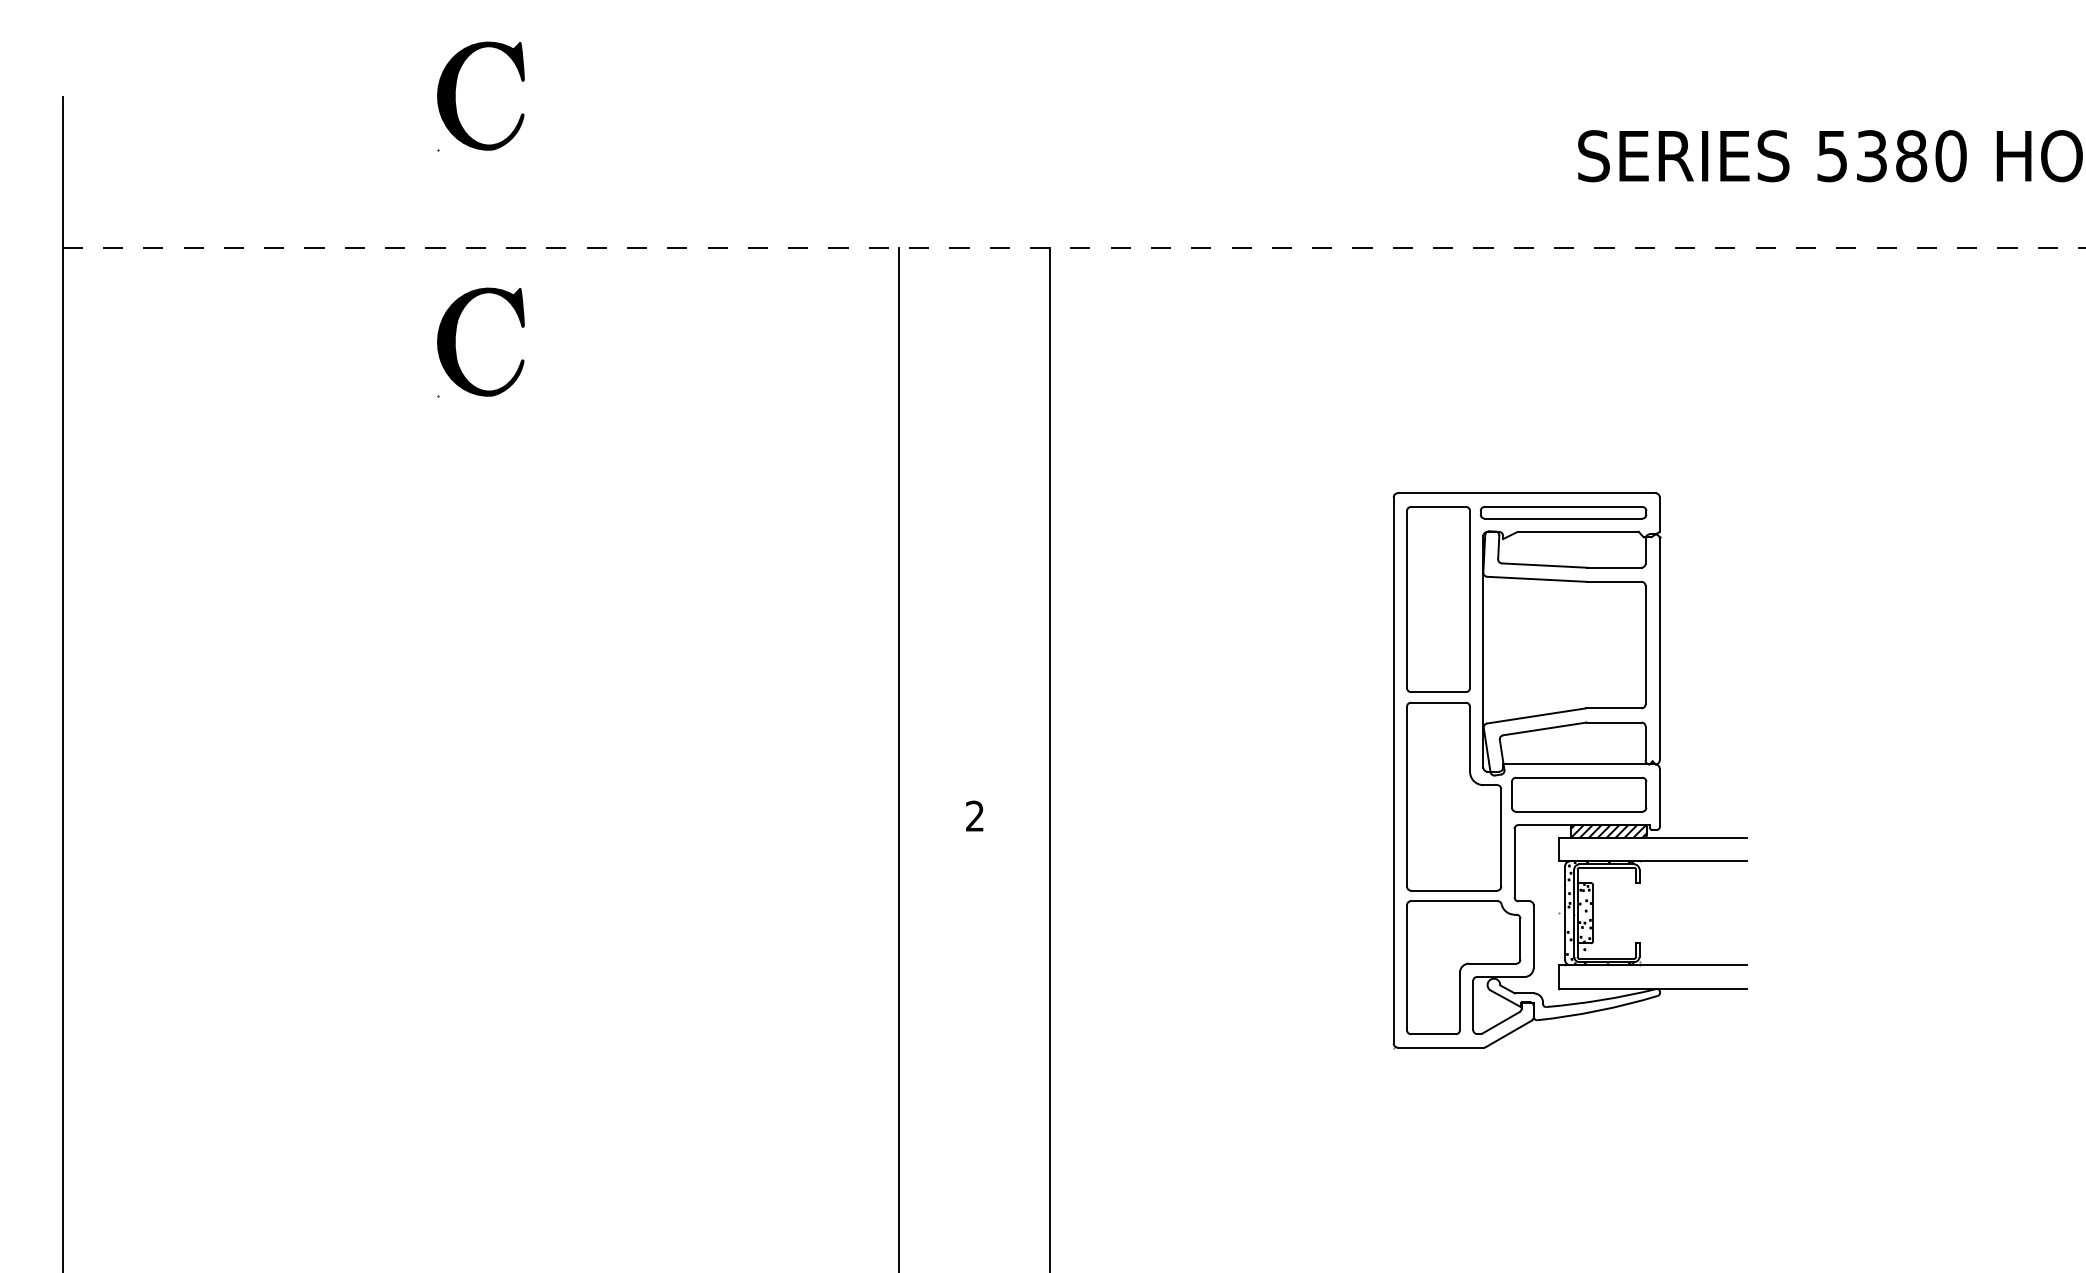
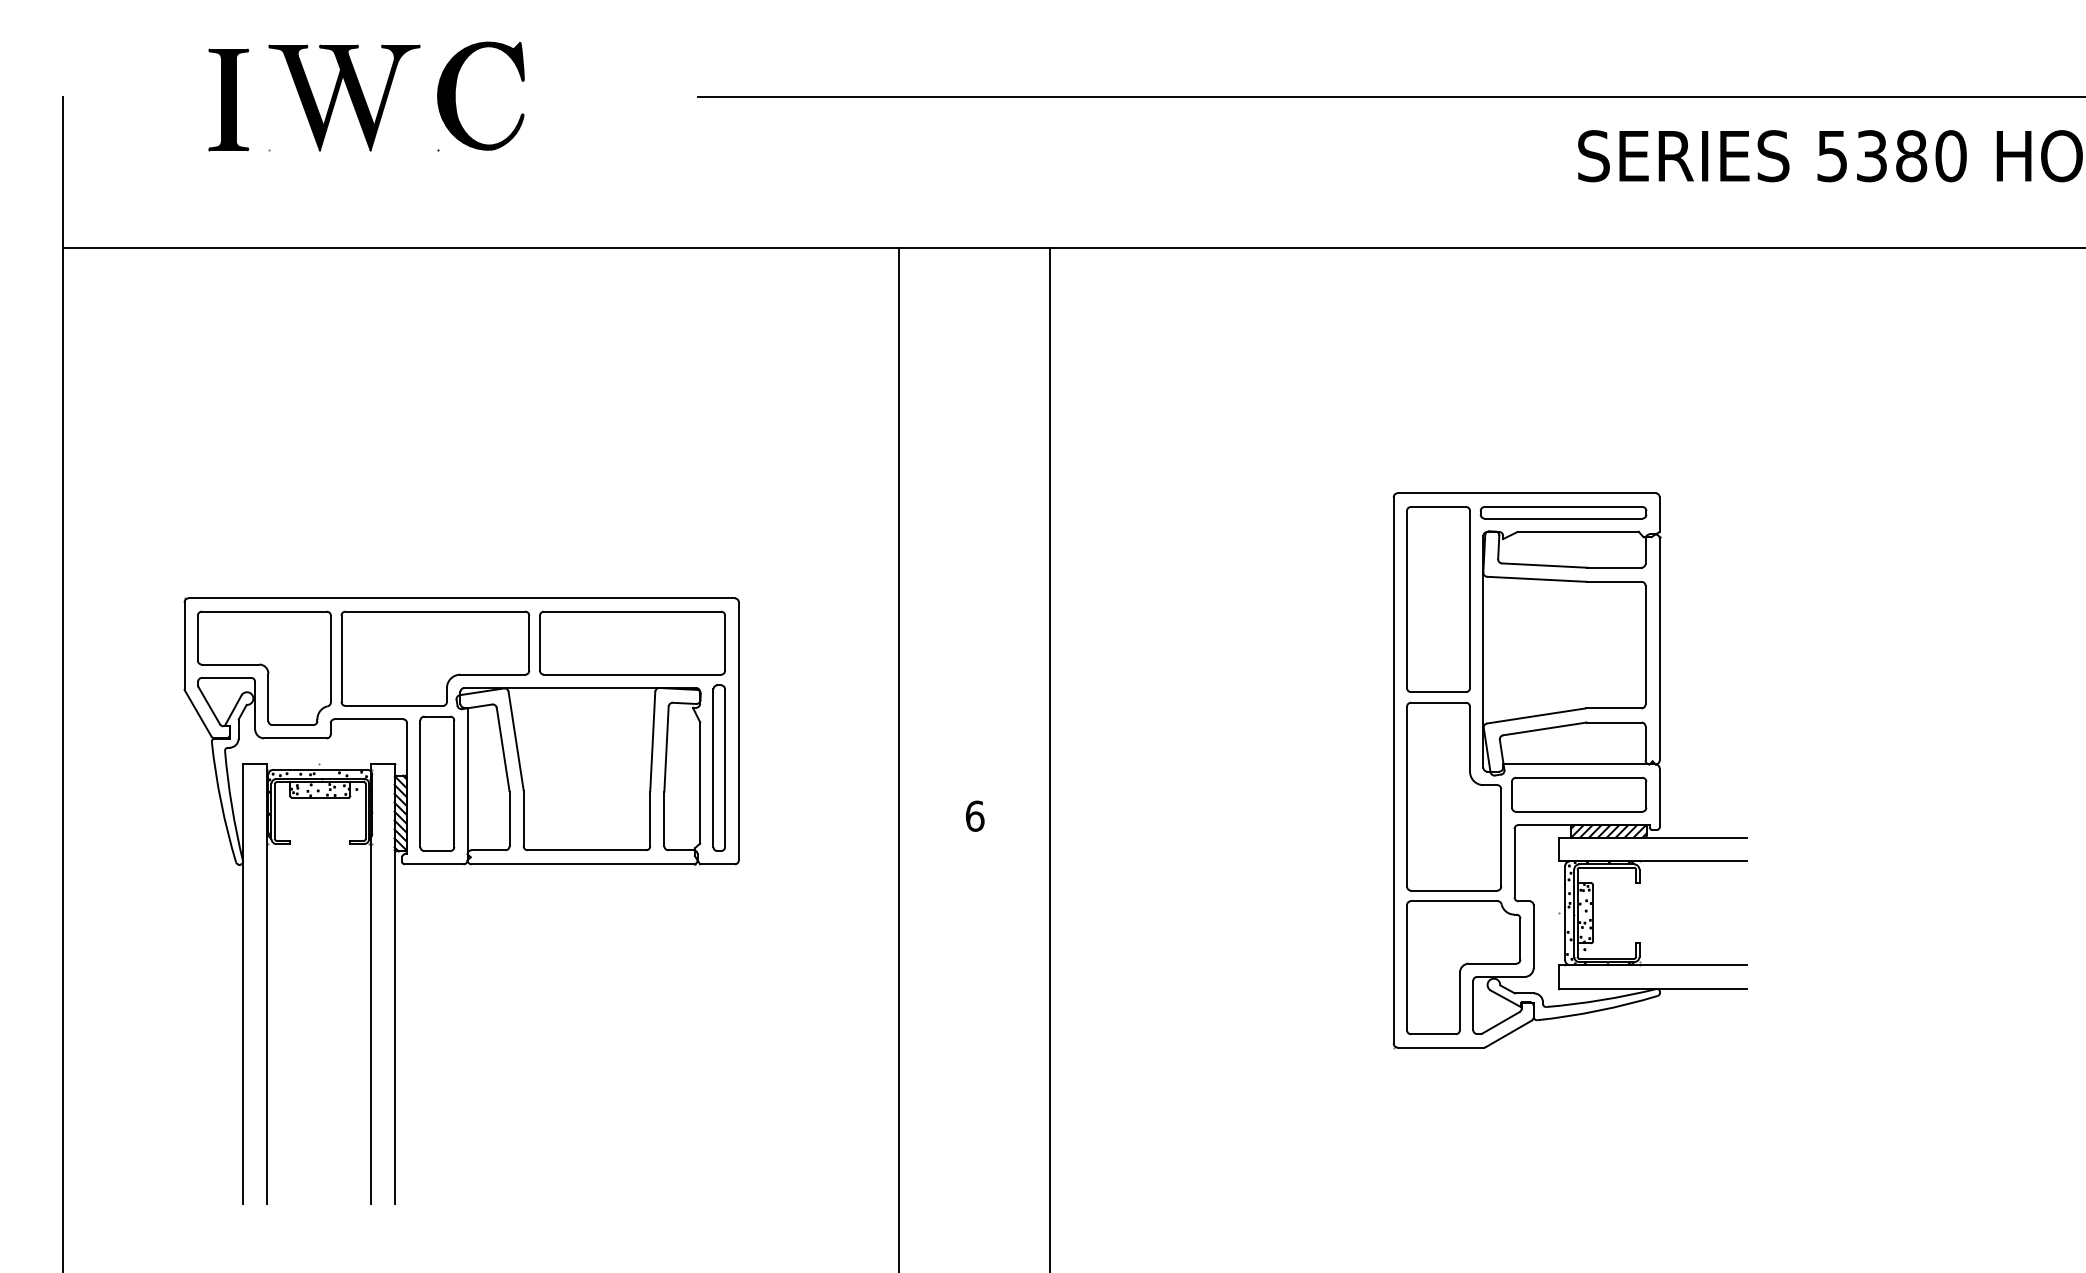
line at (1390, 96): none -> present
part at (344, 97): none -> present
part at (228, 99): none -> present
line at (1074, 247): dashed -> solid
part at (455, 342): present -> none
text at (975, 815): 2 -> 6
part at (464, 865): none -> present
